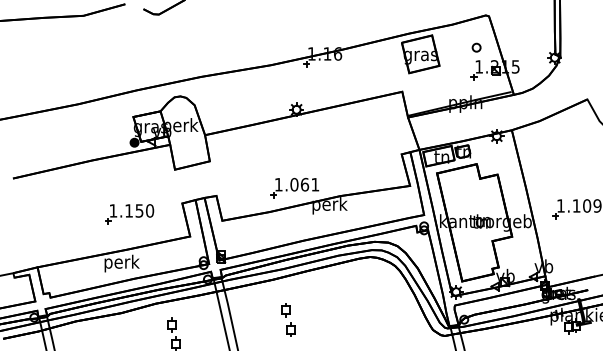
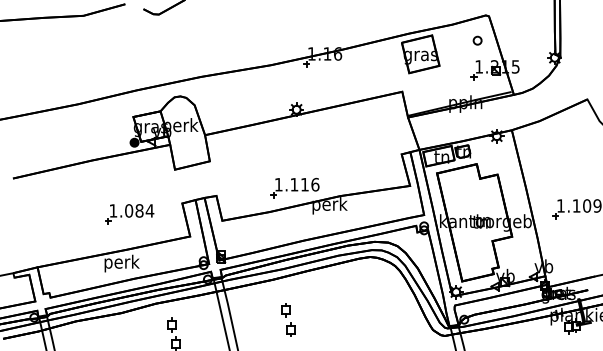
part at (476, 47) position: (476, 47) -> (477, 40)
text at (304, 184): 1.061 -> 1.116
text at (139, 210): 1.150 -> 1.084
